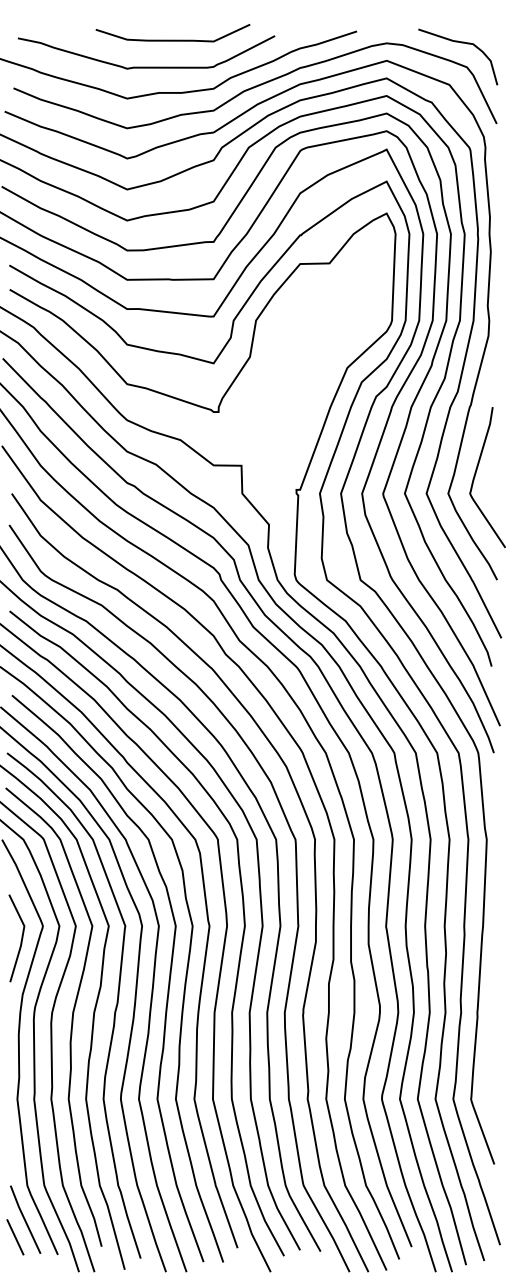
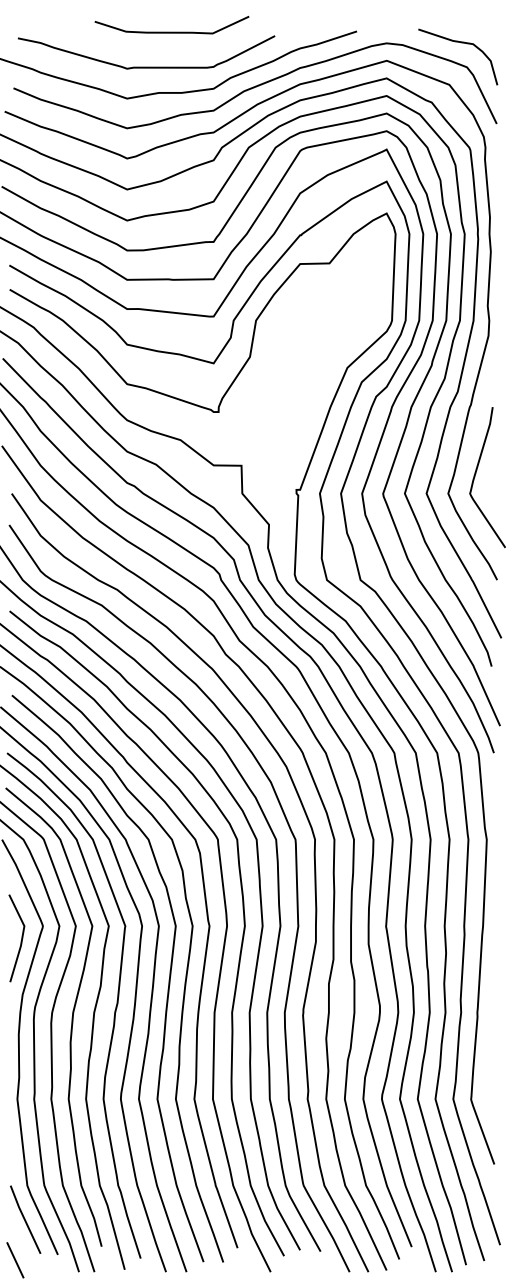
curve at (172, 39) position: (172, 39) -> (171, 31)
line at (15, 1237) position: (15, 1237) -> (15, 1260)
